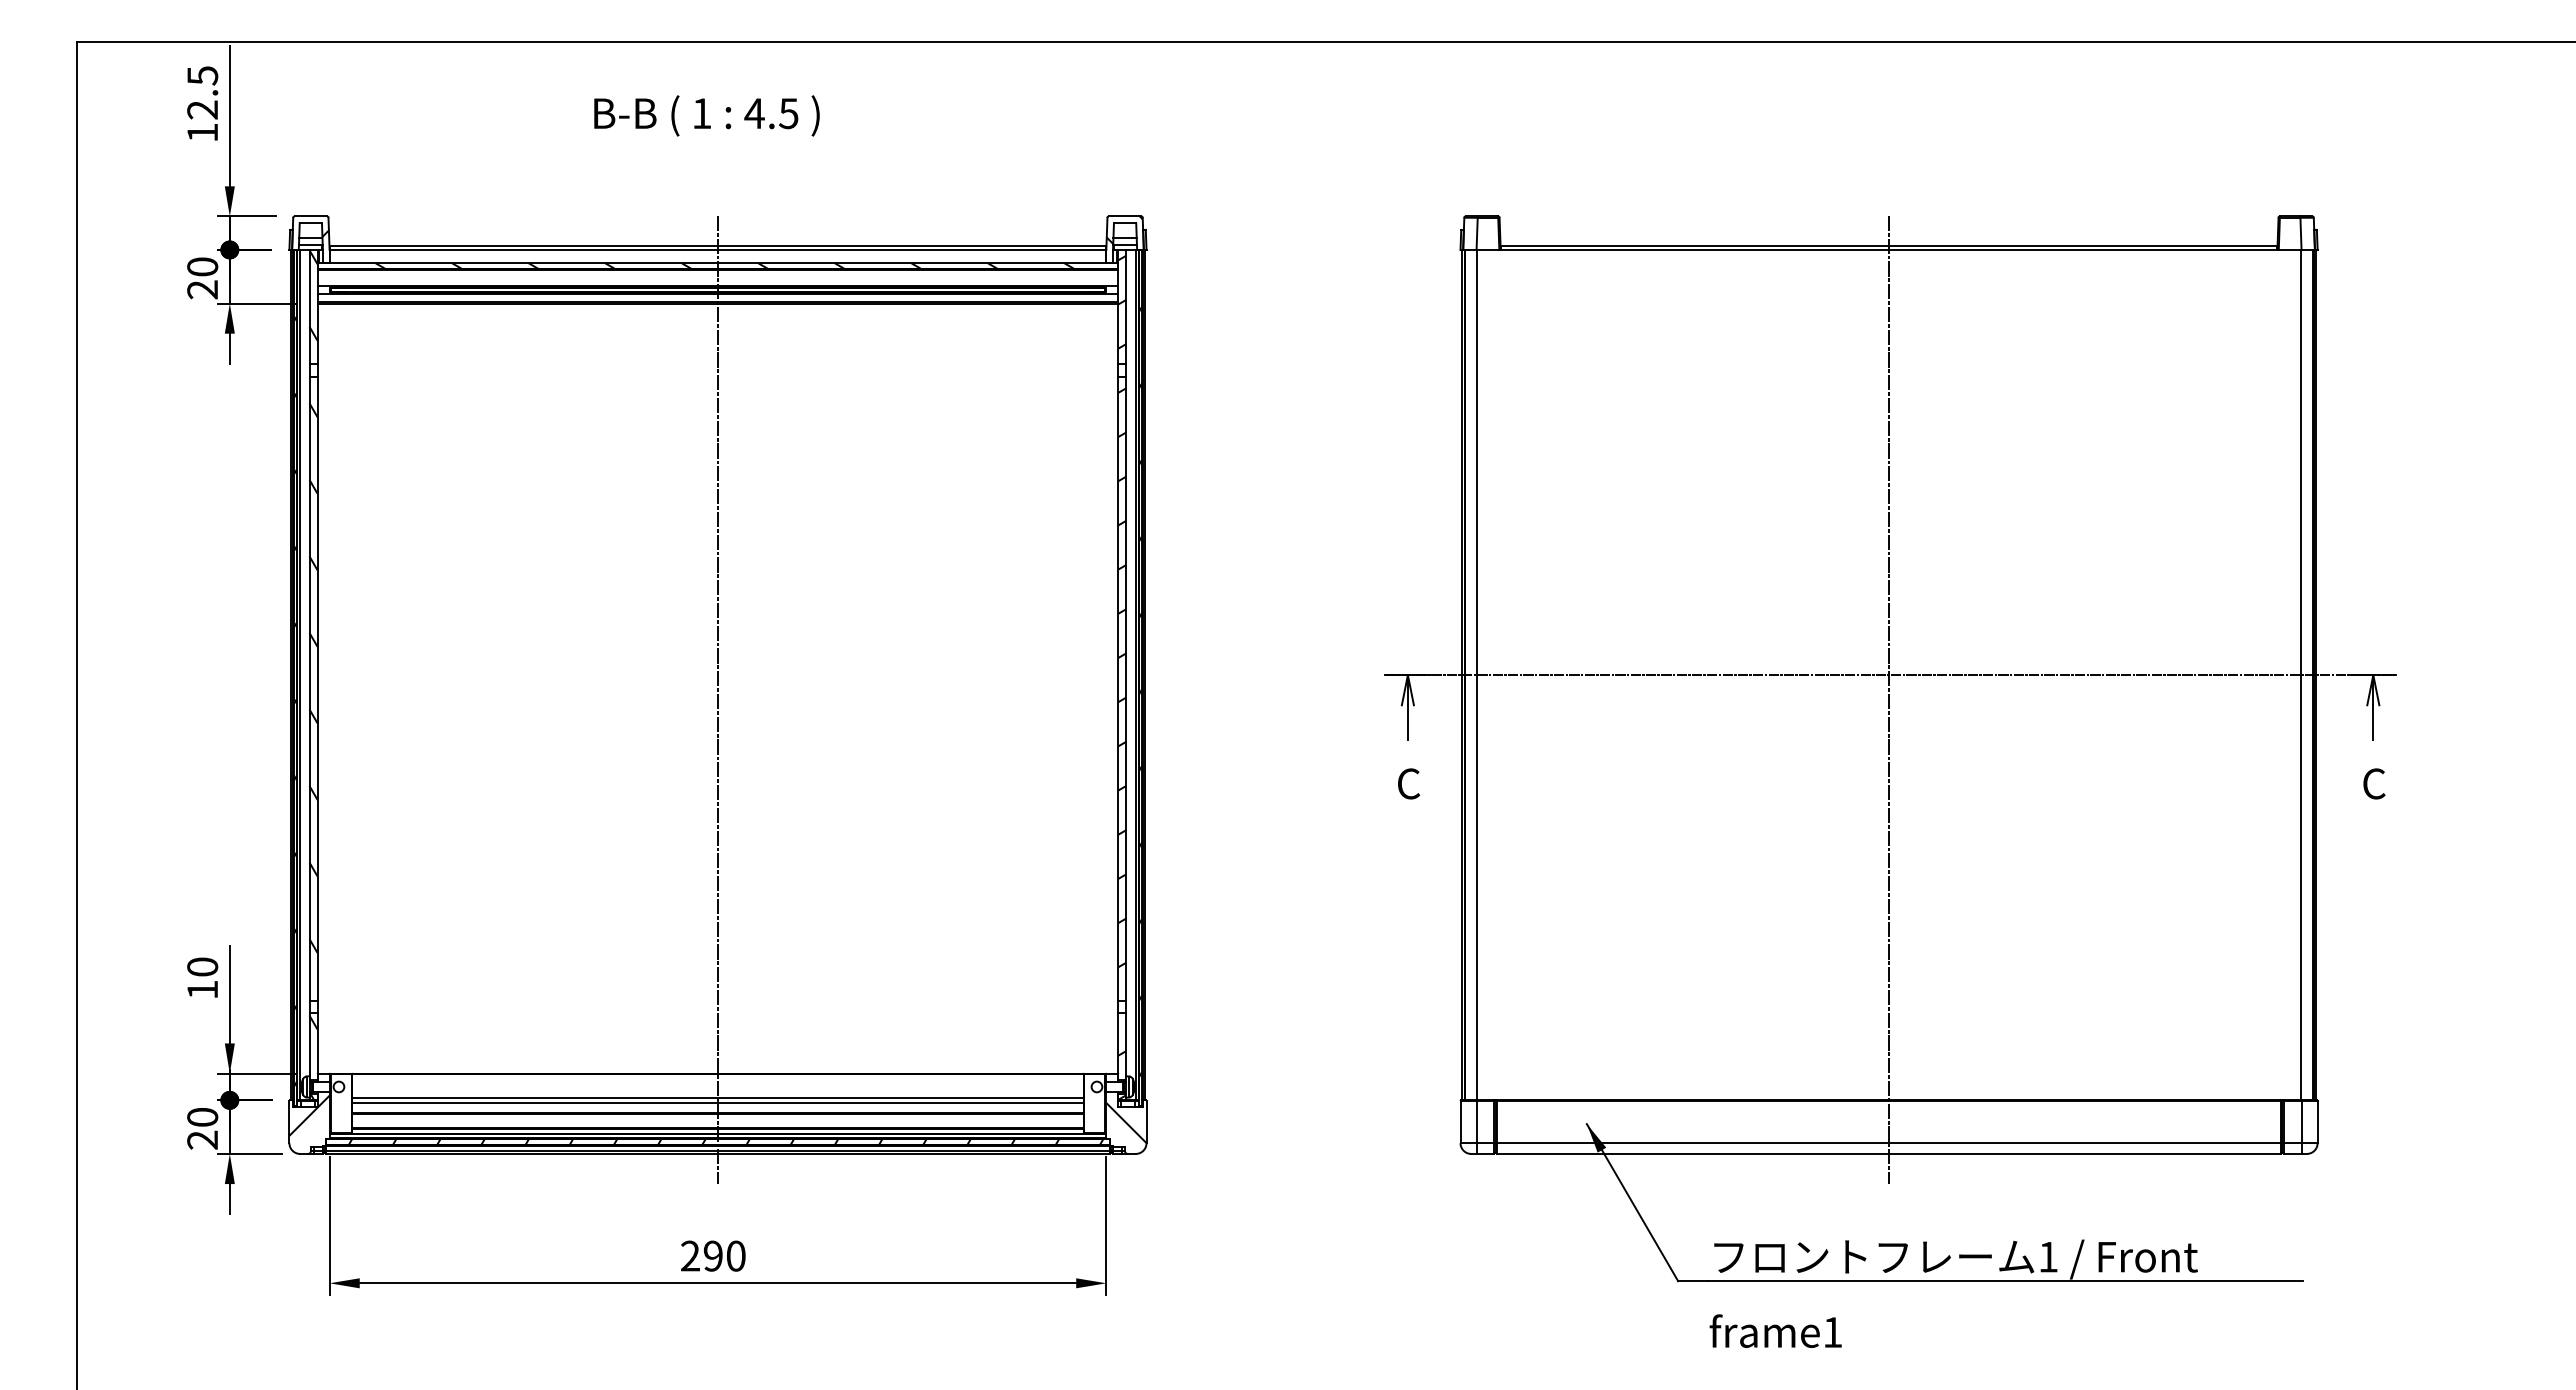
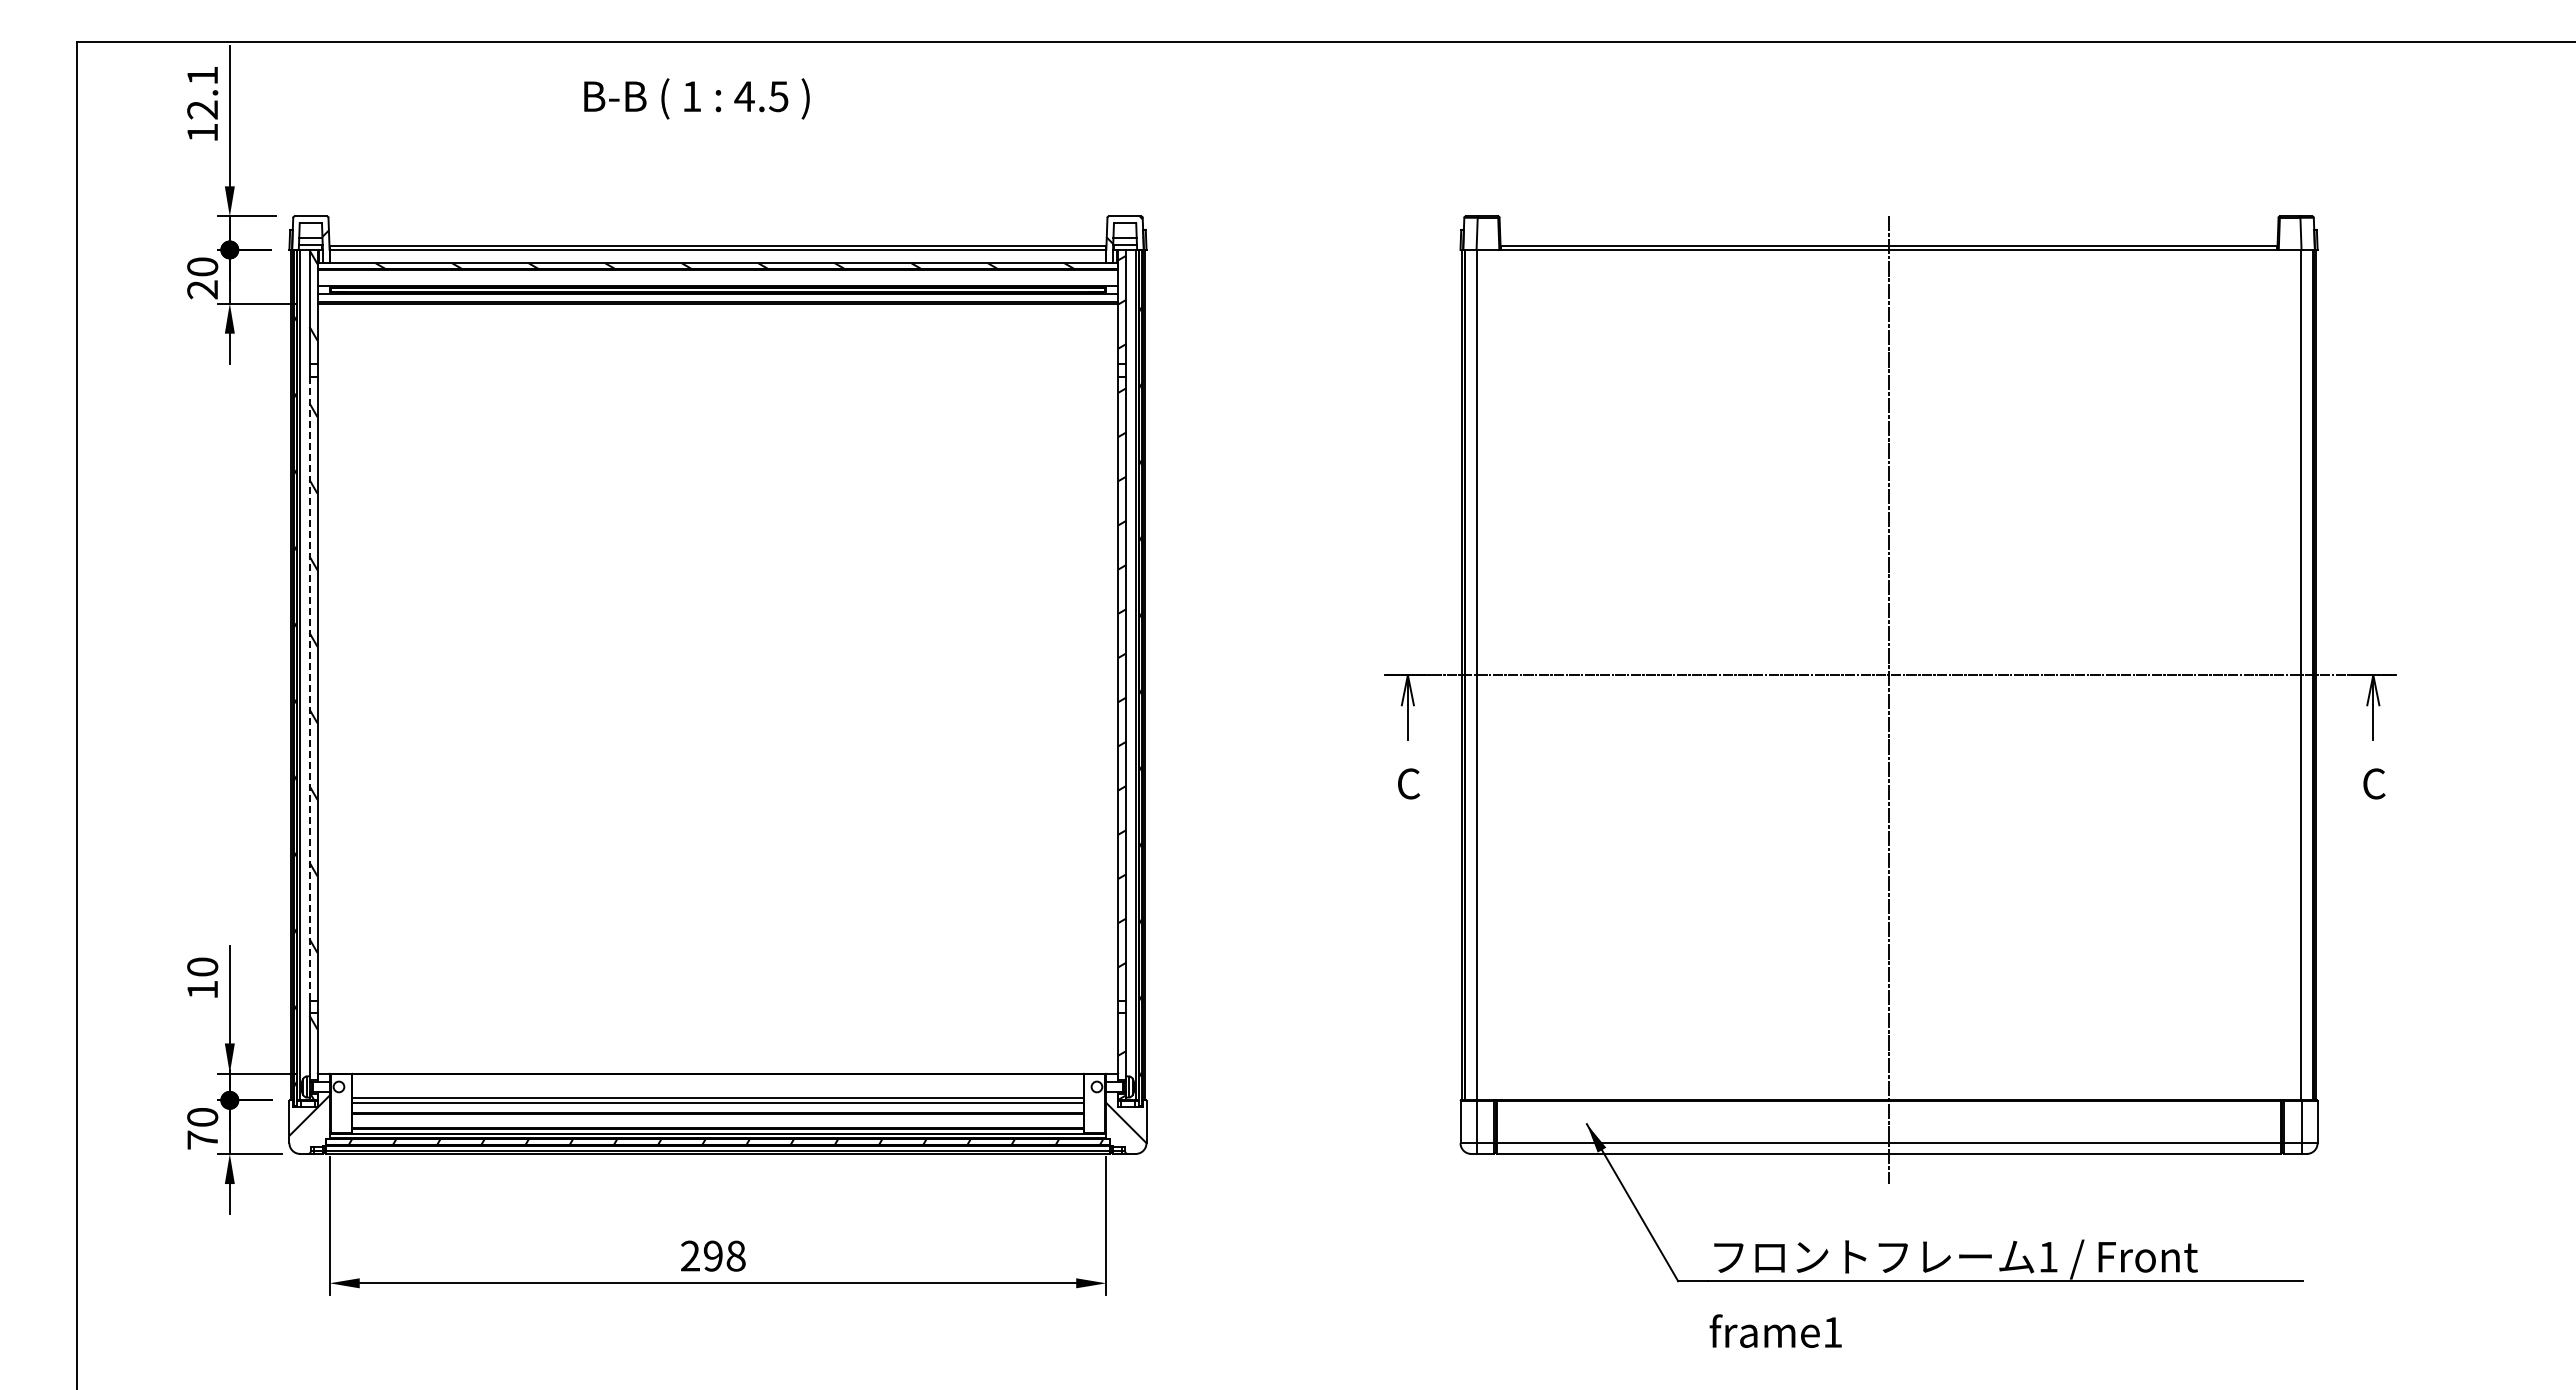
text at (202, 75): 12.5 -> 12.1
text at (706, 115) position: (706, 115) -> (696, 98)
line at (309, 689): solid -> dashed
line at (717, 699): present -> none
text at (202, 1139): 20 -> 70
text at (735, 1255): 290 -> 298
